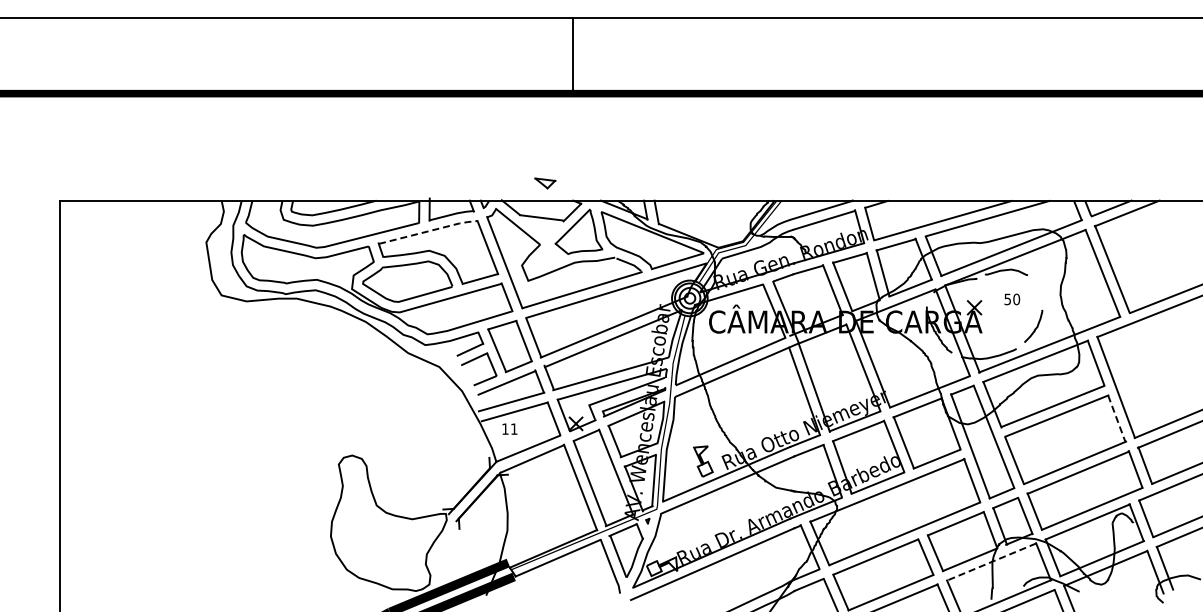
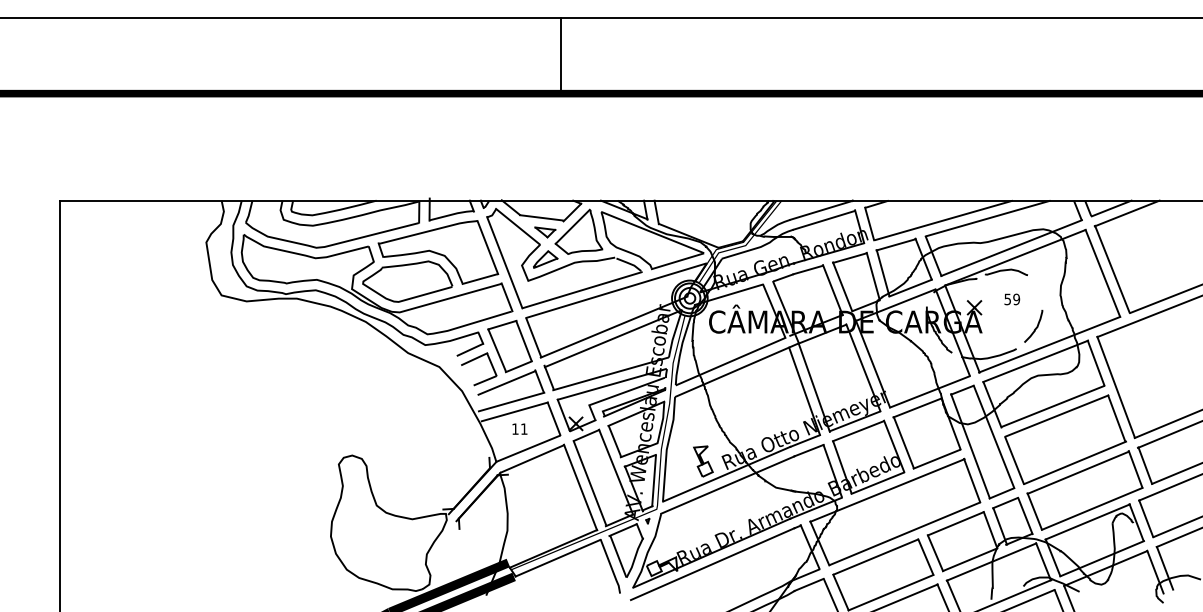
line at (572, 55) position: (572, 55) -> (560, 55)
part at (545, 183) position: (545, 183) -> (545, 232)
line at (429, 230): dashed -> solid
part at (545, 259): none -> present
text at (1016, 299): 50 -> 59
line at (1116, 418): dashed -> solid
text at (509, 428) position: (509, 428) -> (519, 428)
line at (991, 562): dashed -> solid
